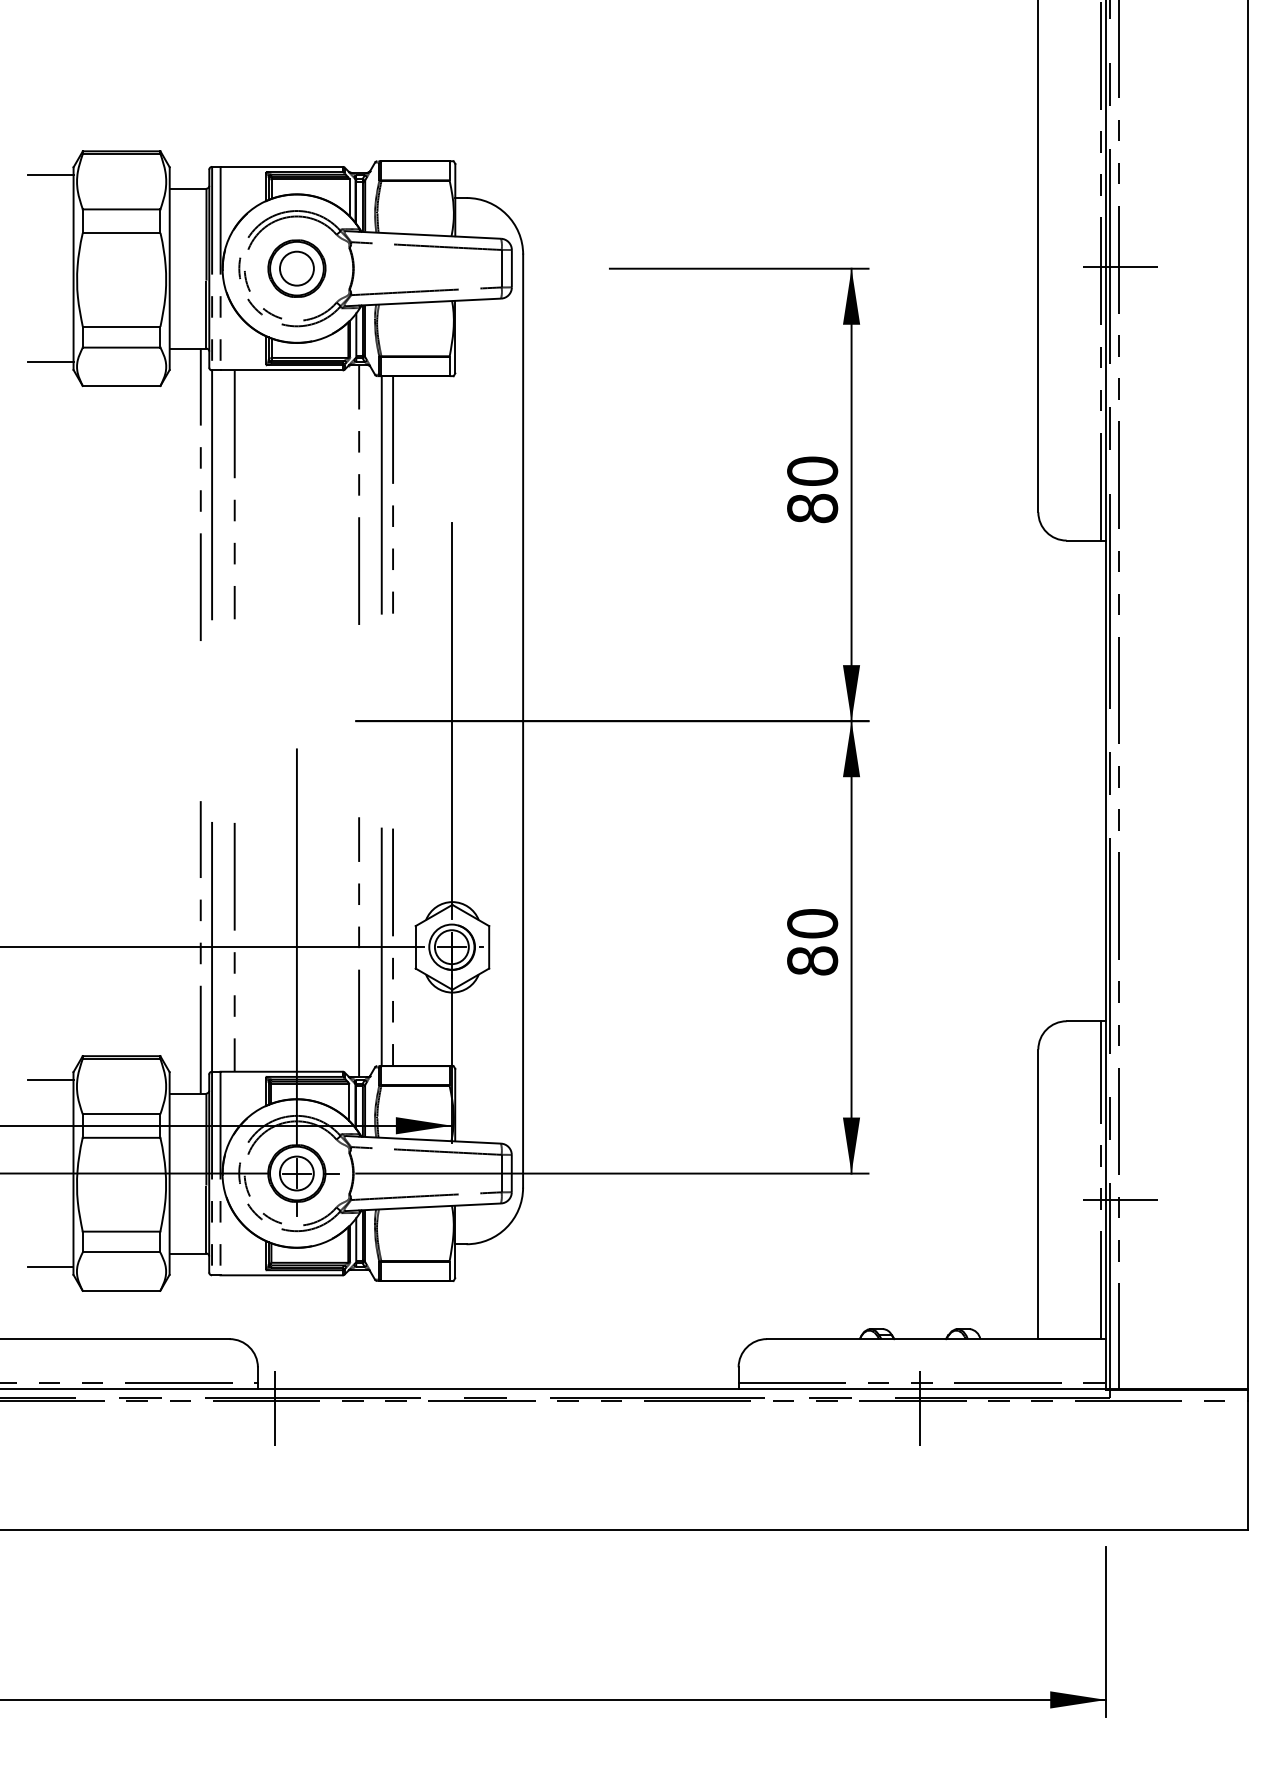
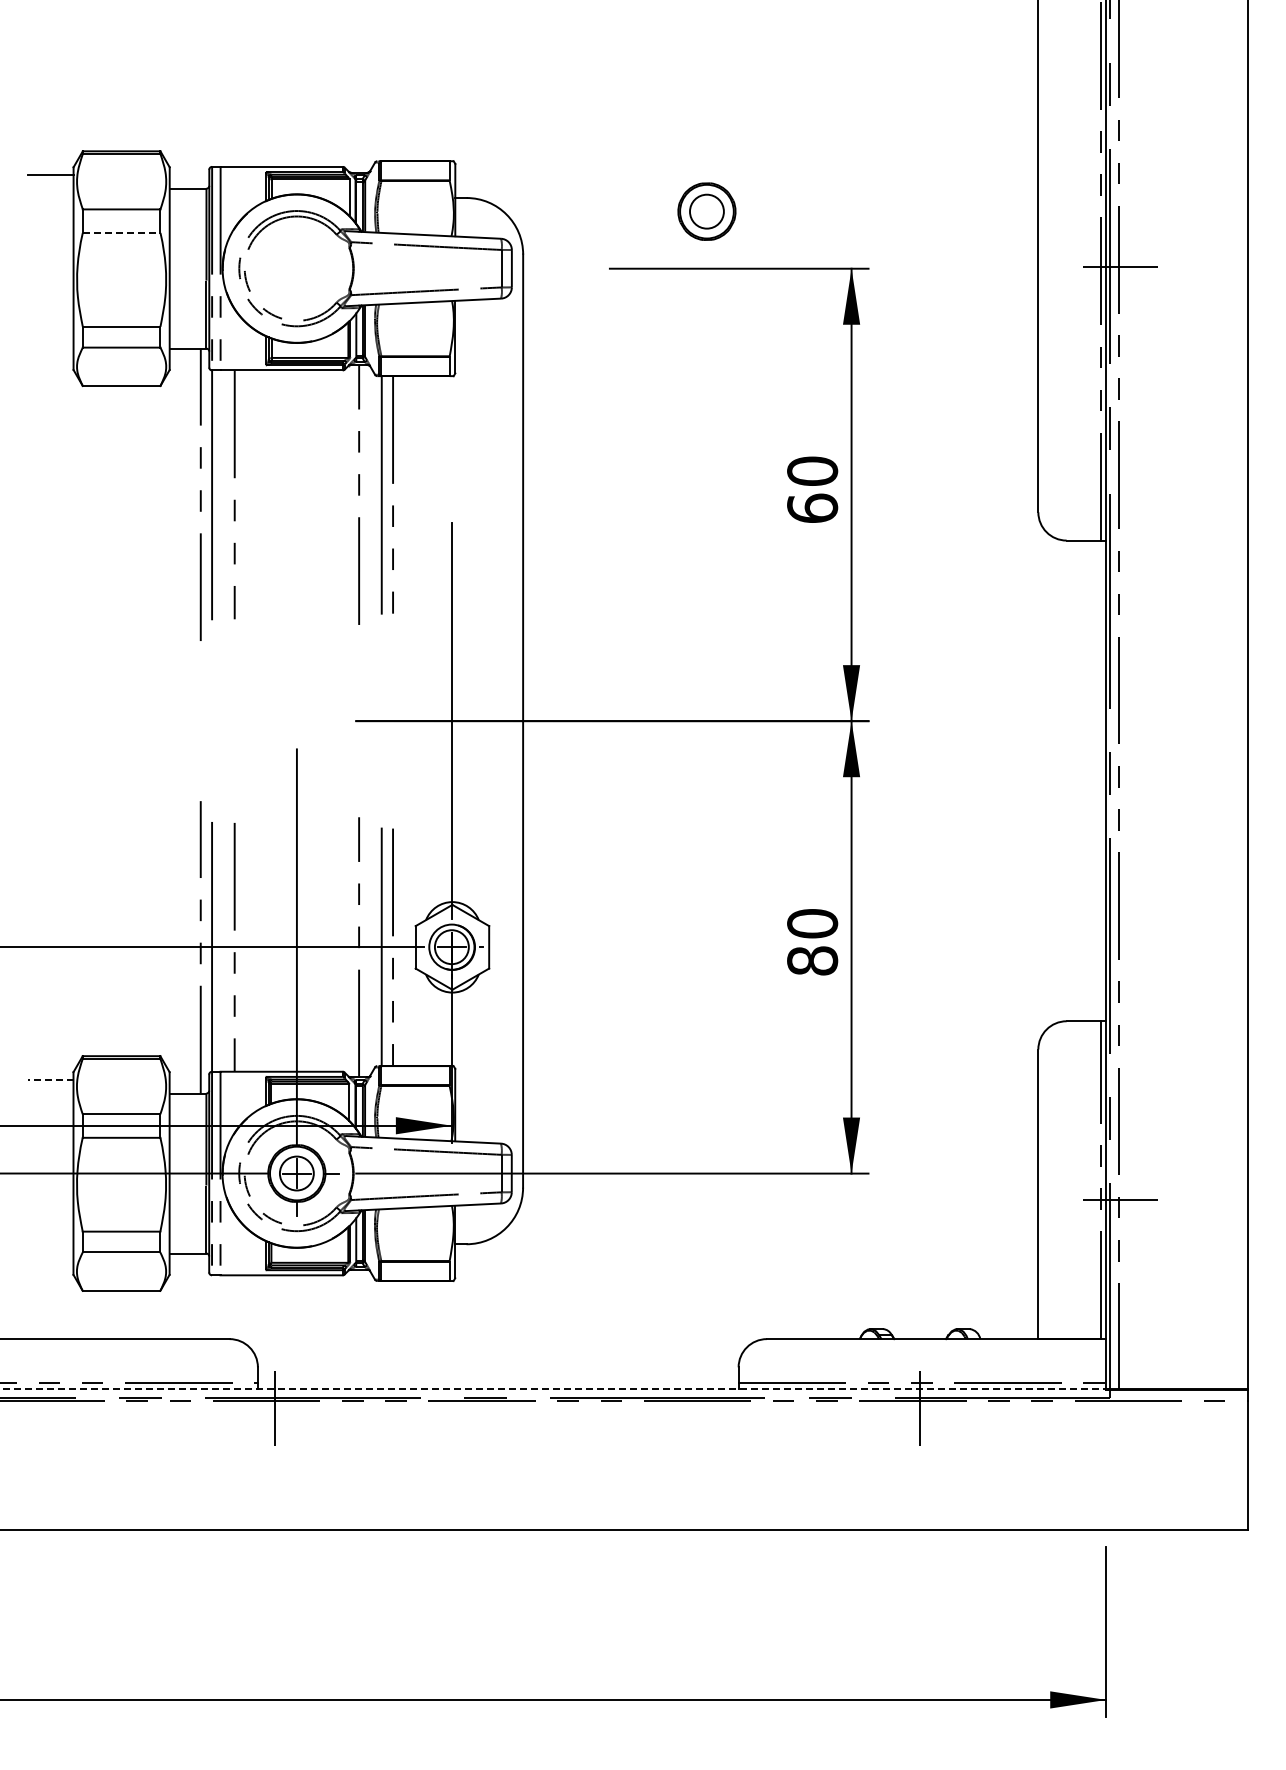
line at (121, 232): solid -> dashed
part at (296, 268) position: (296, 268) -> (706, 211)
line at (50, 361): present -> none
text at (812, 508): 80 -> 60
line at (50, 1080): solid -> dashed
line at (50, 1266): present -> none
line at (553, 1388): solid -> dashed
